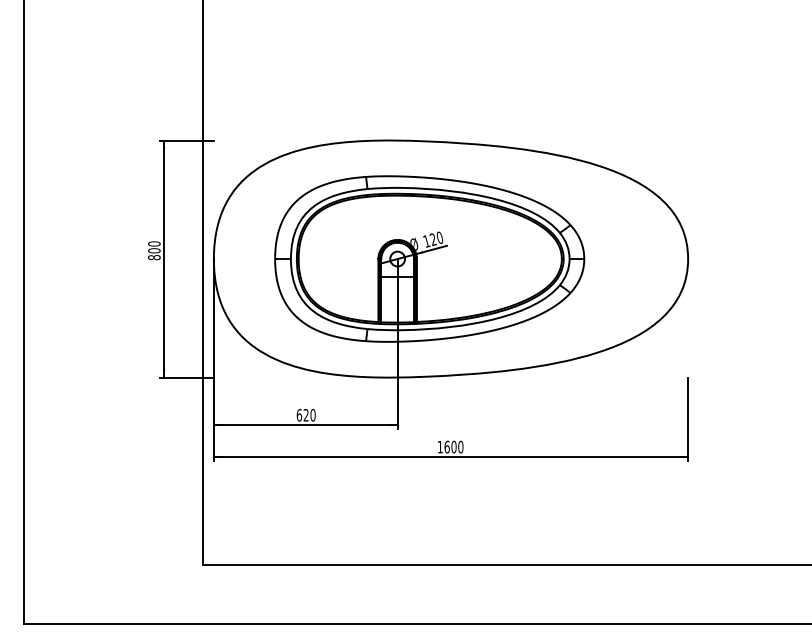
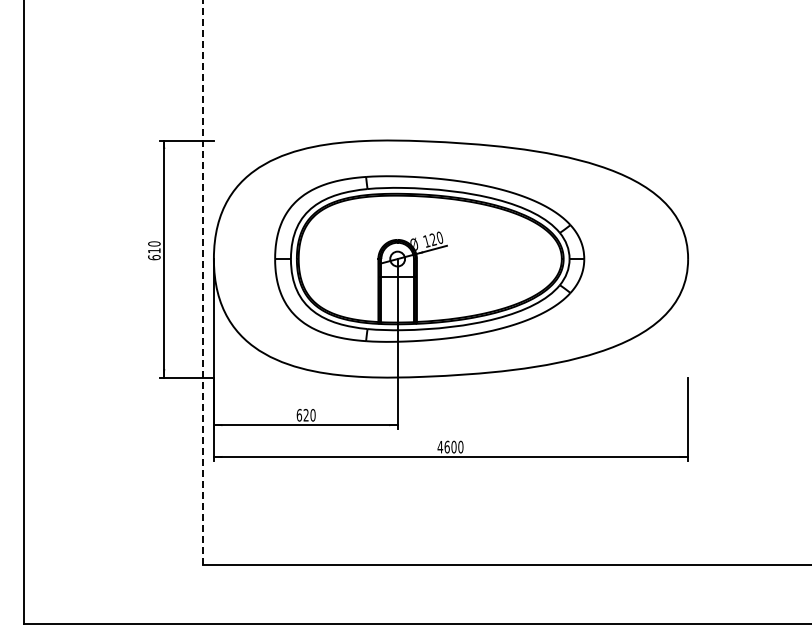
text at (154, 254): 800 -> 610
line at (203, 282): solid -> dashed
text at (440, 447): 1600 -> 4600
